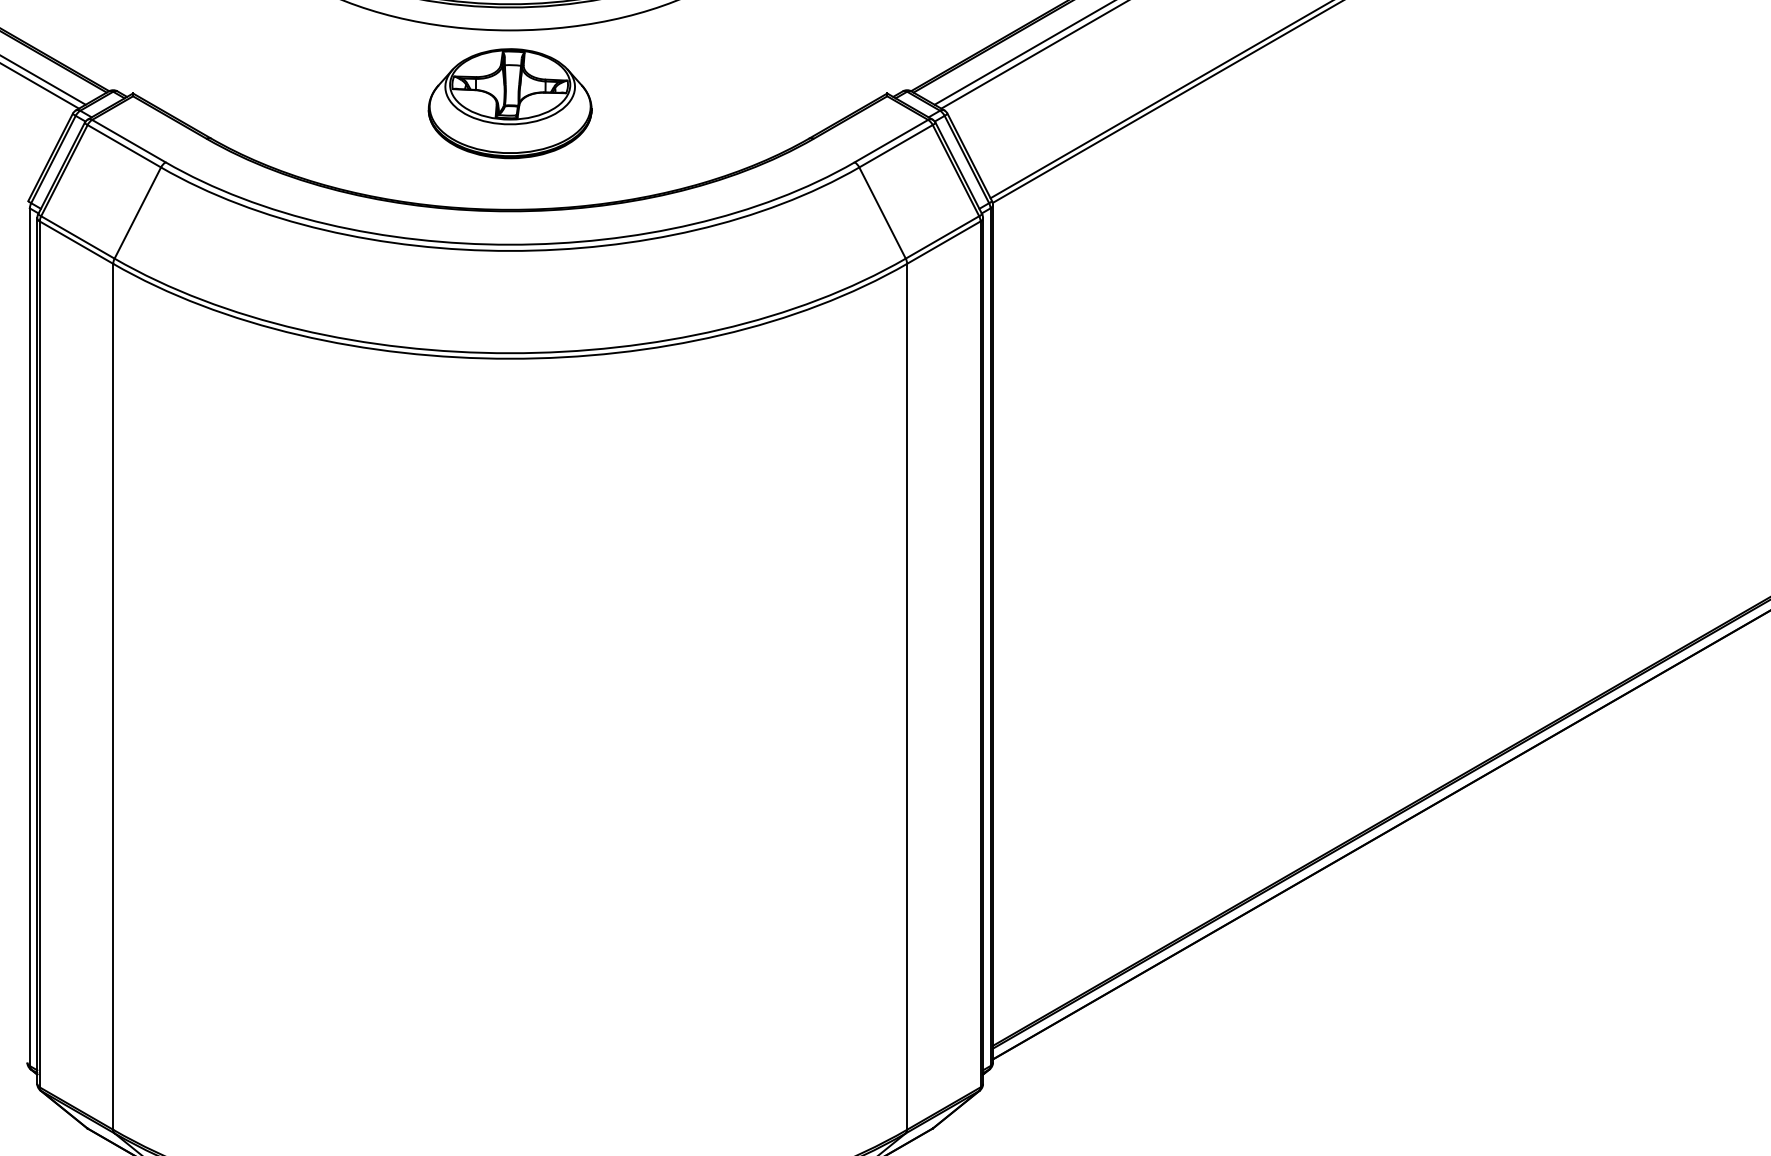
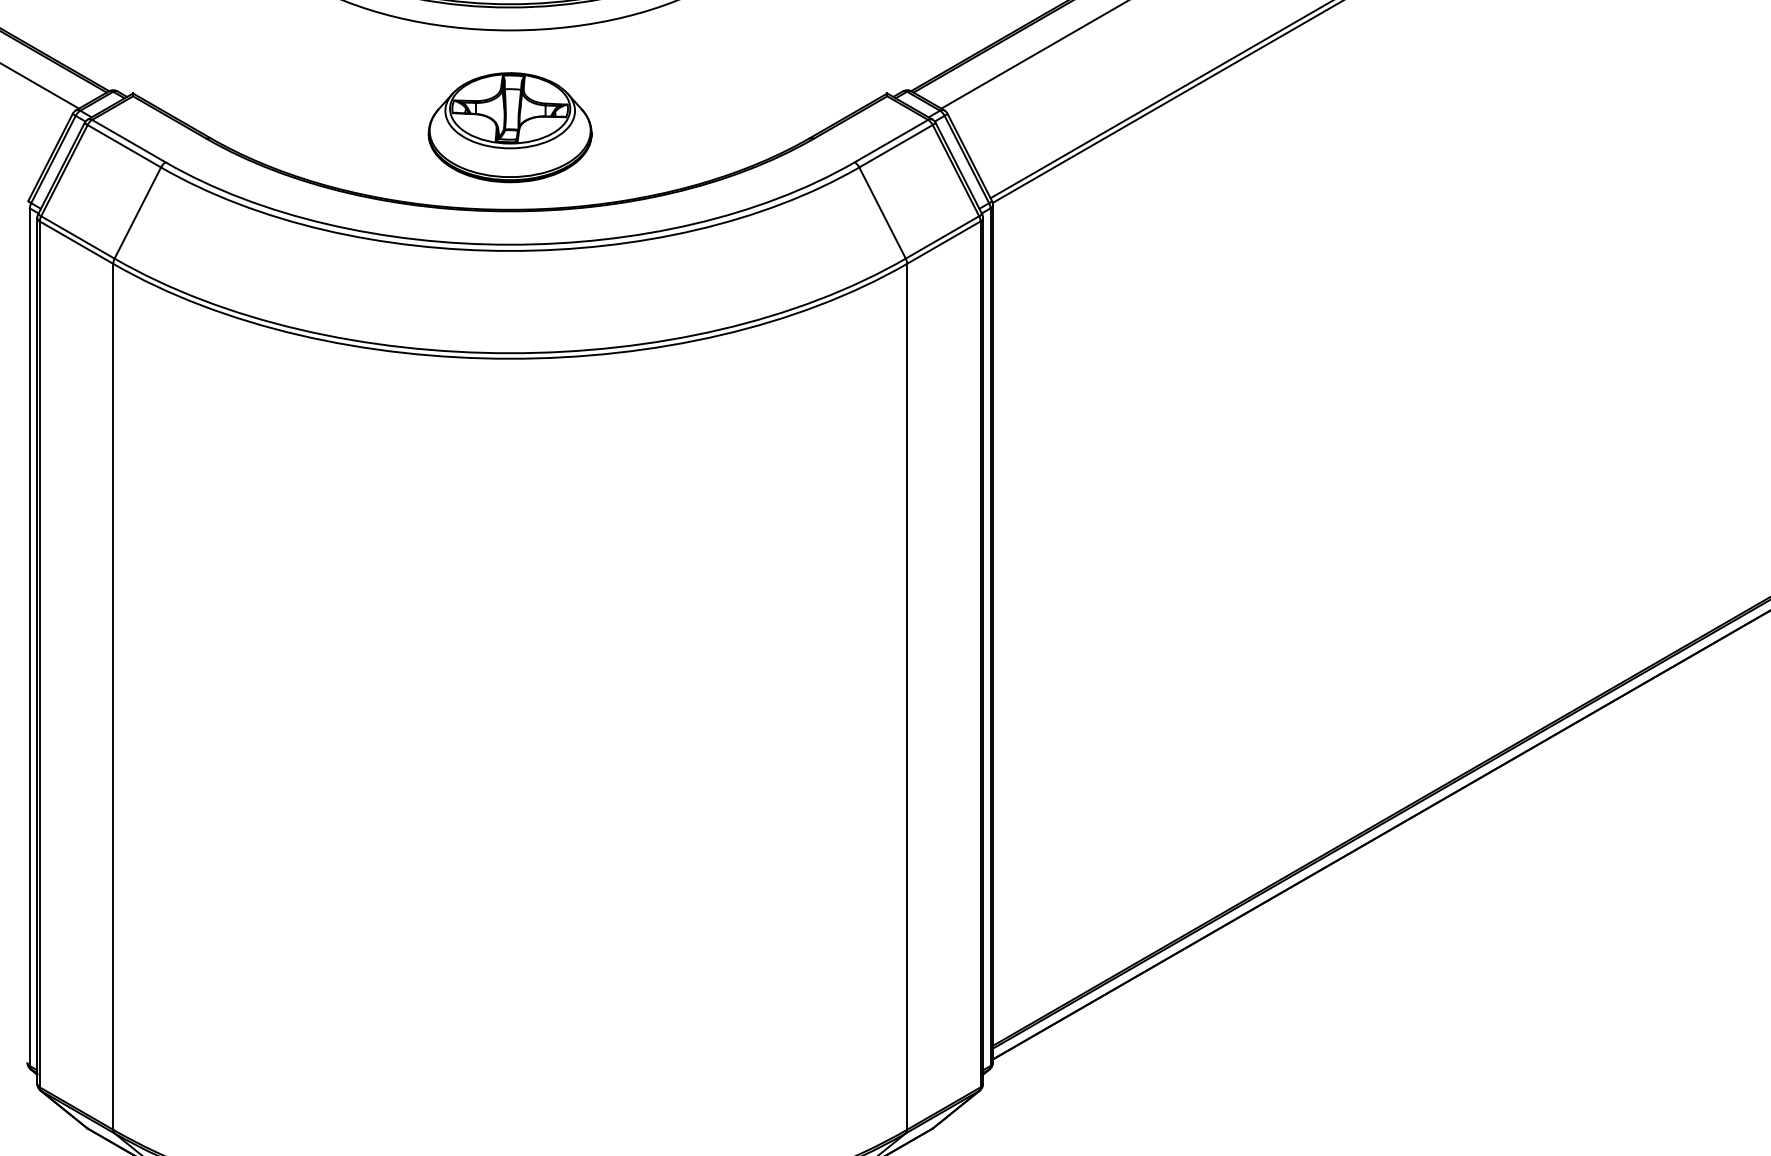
line at (1023, 53): present -> none
line at (43, 80): present -> none
part at (509, 103) position: (509, 103) -> (509, 127)
